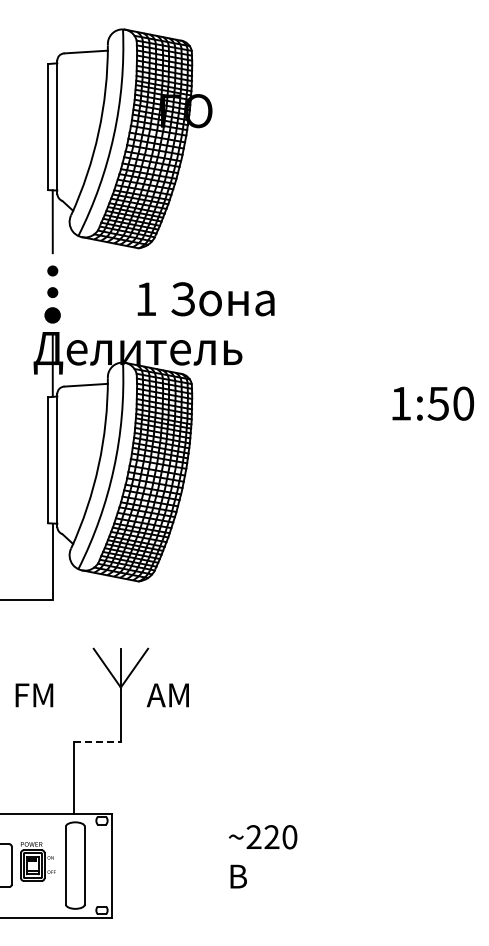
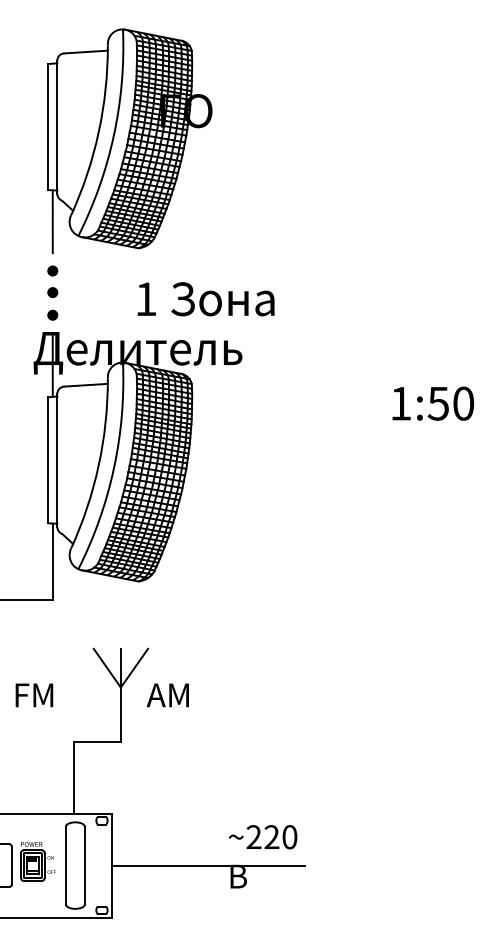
part at (52, 315) size: 17x17 px -> 12x12 px
line at (97, 742): dashed -> solid
line at (208, 865): none -> present
